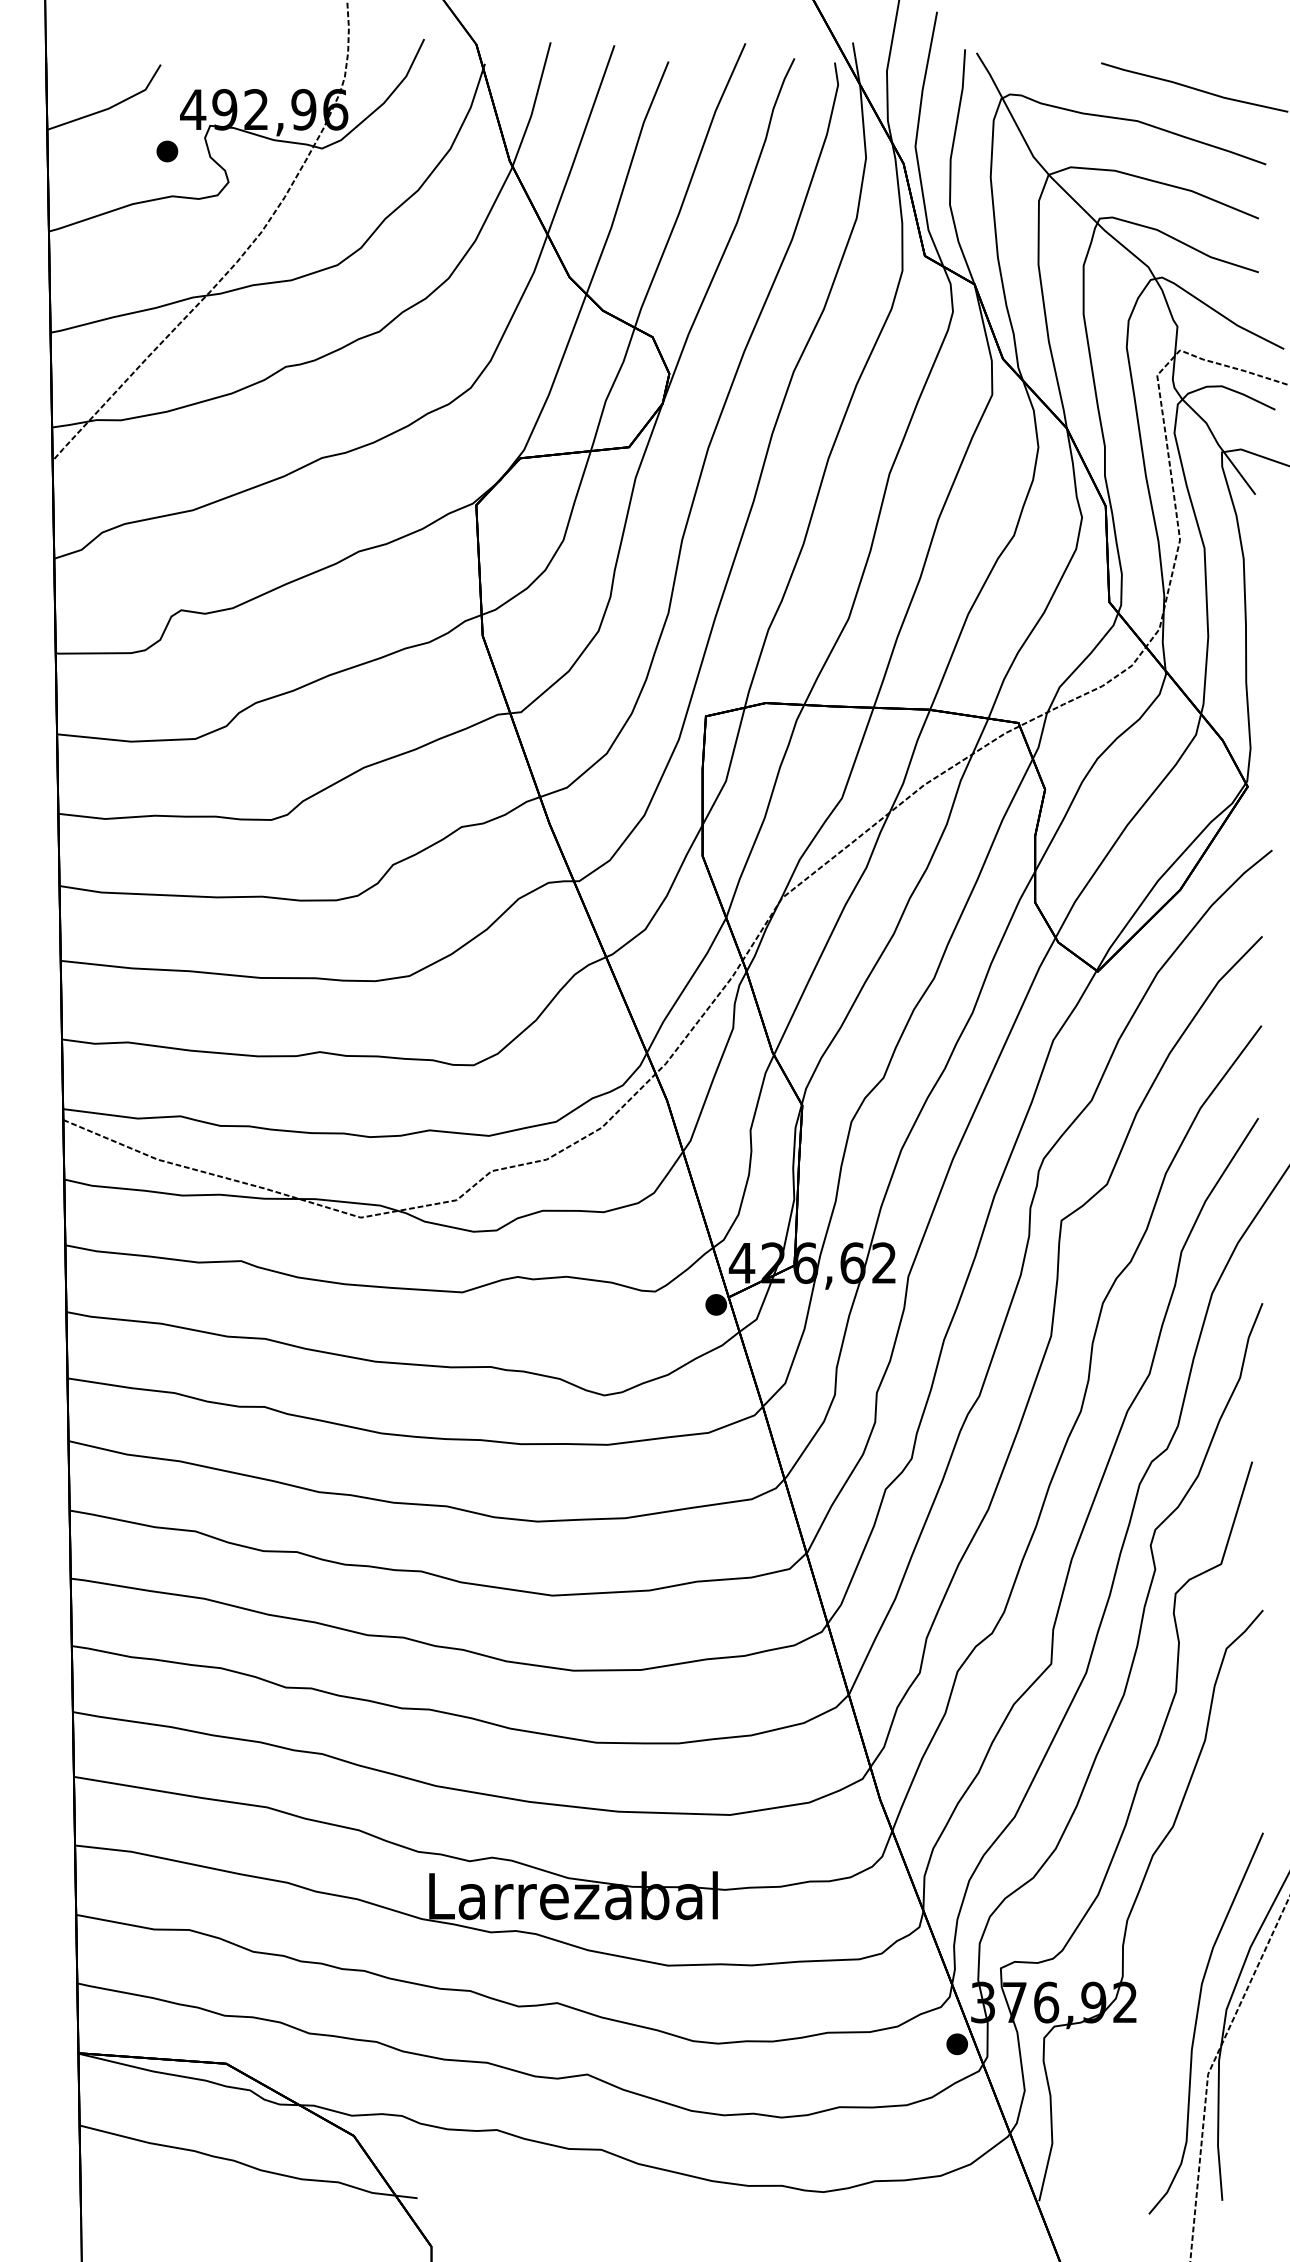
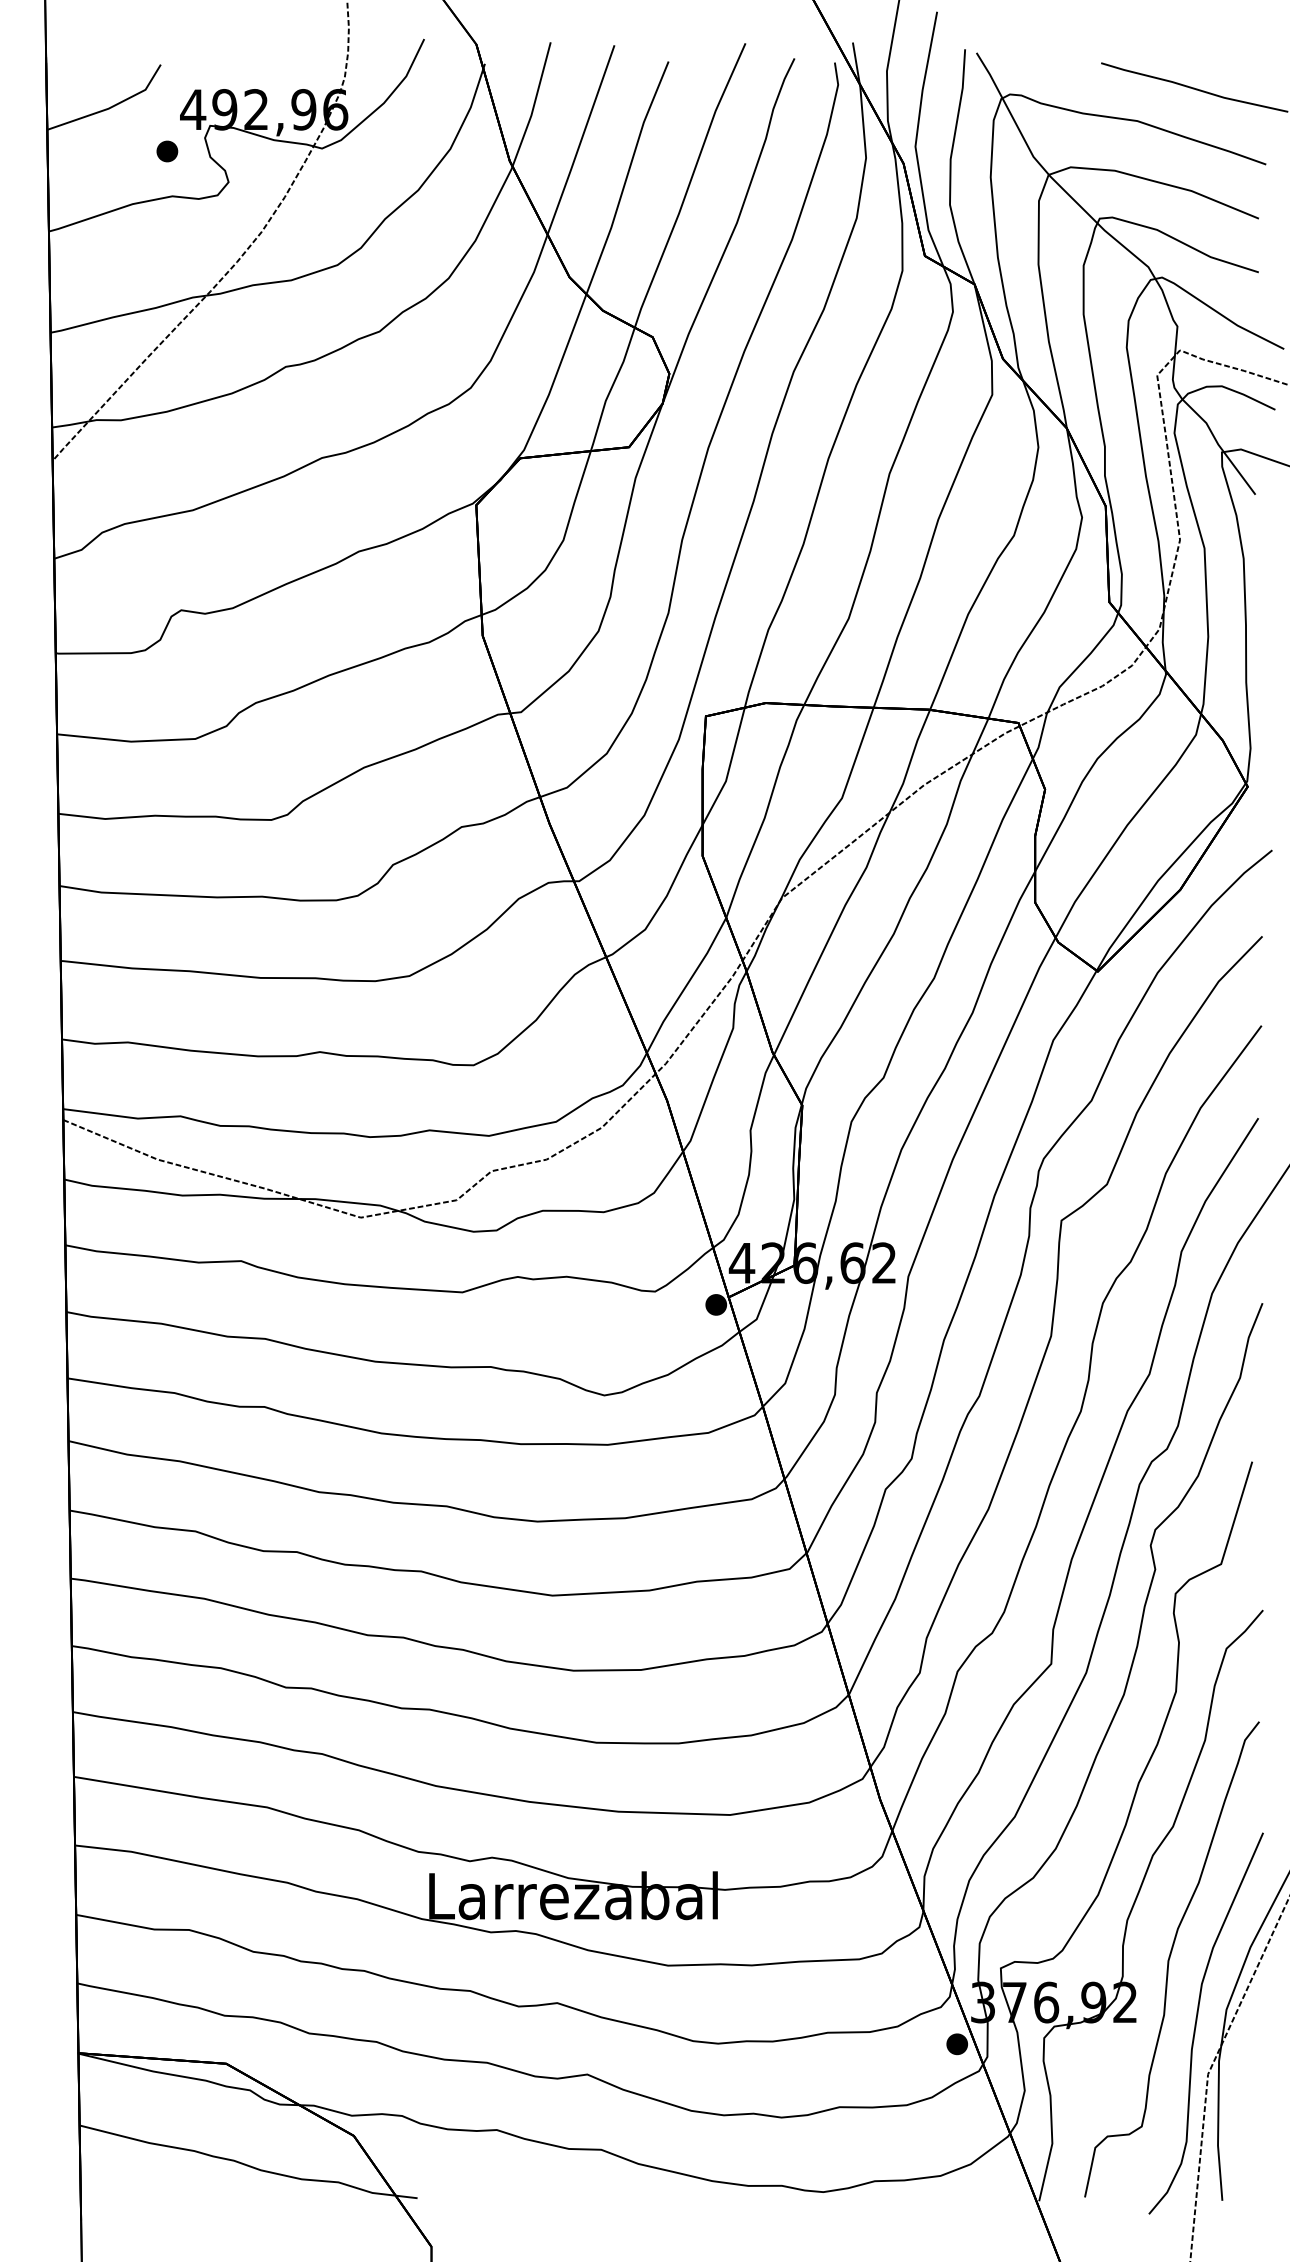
curve at (1170, 1958): none -> present
